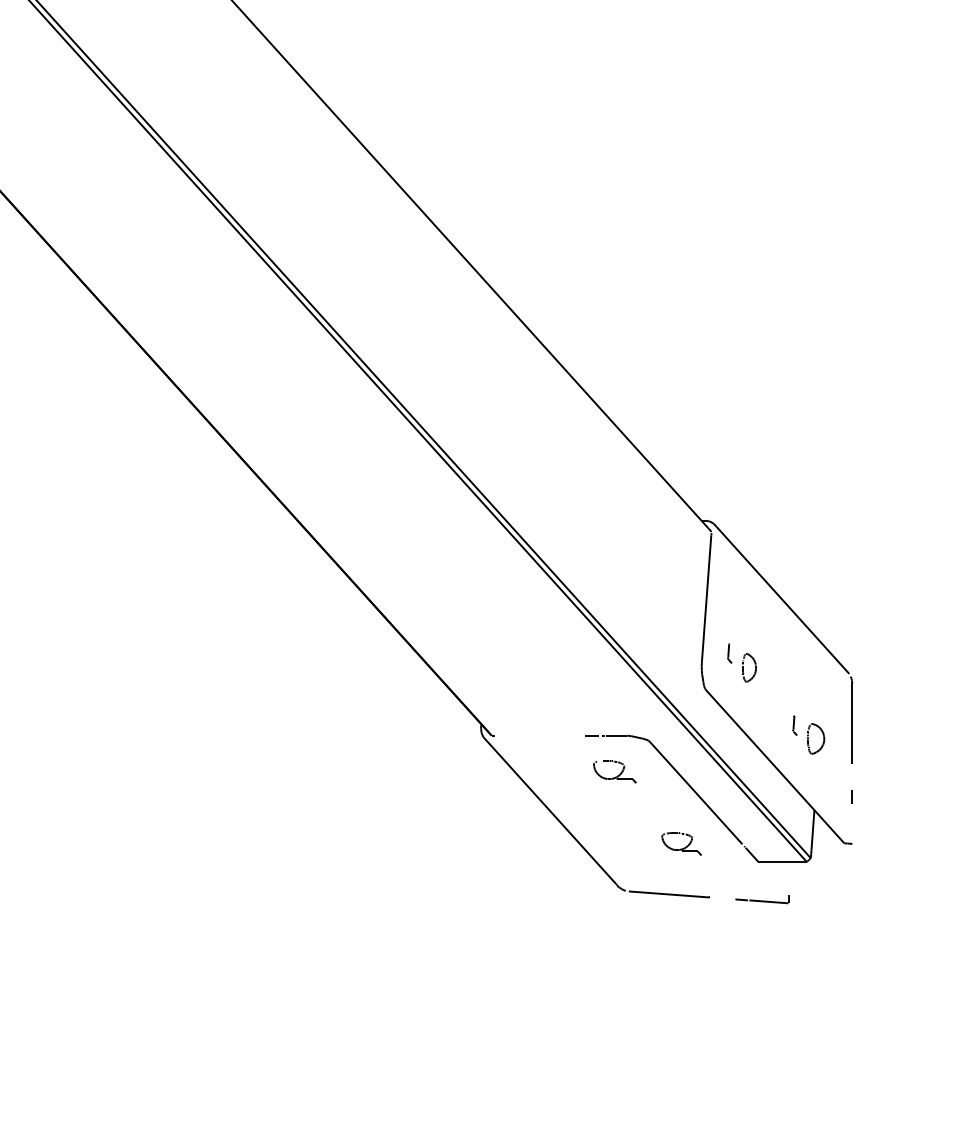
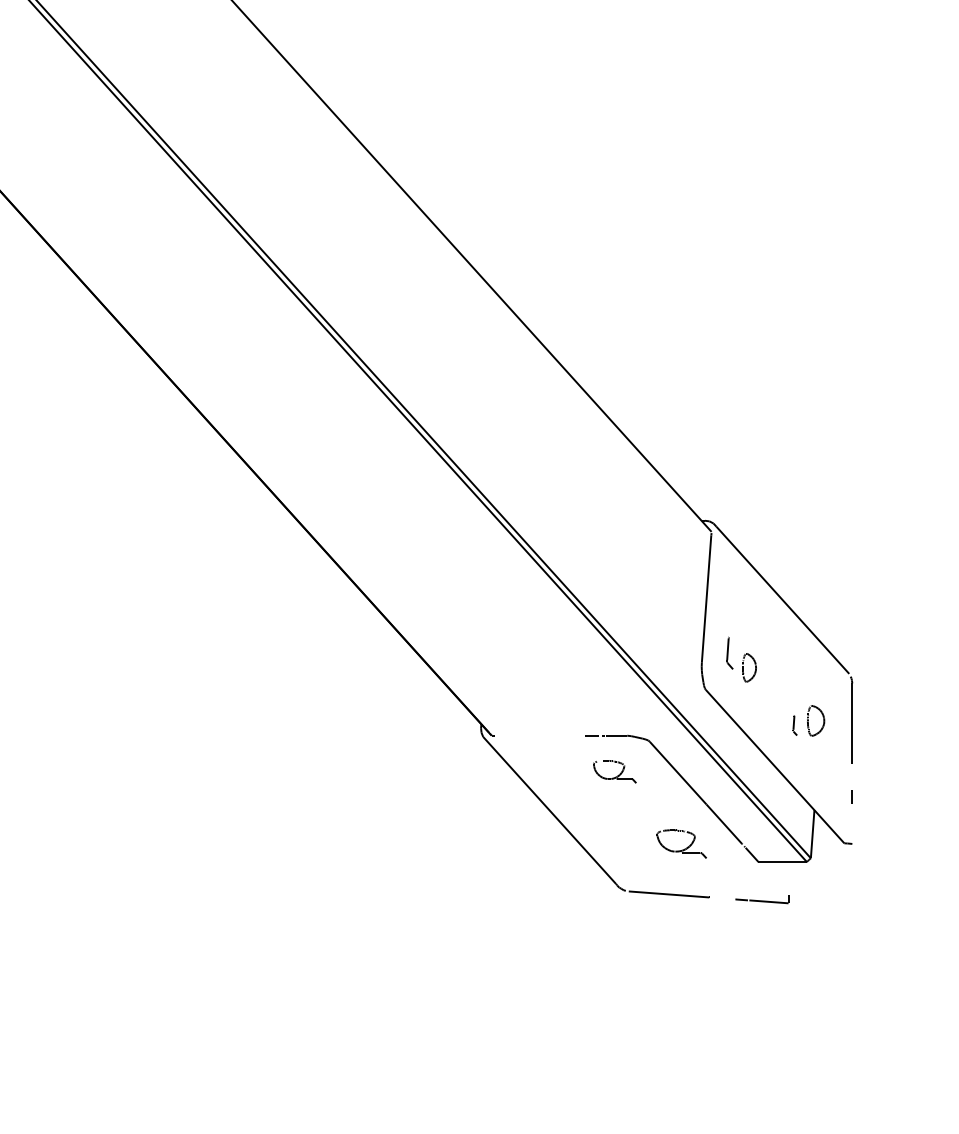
part at (729, 653) size: 6x21 px -> 8x34 px
part at (823, 738) position: (823, 738) -> (823, 720)
part at (681, 843) size: 41x24 px -> 51x30 px
